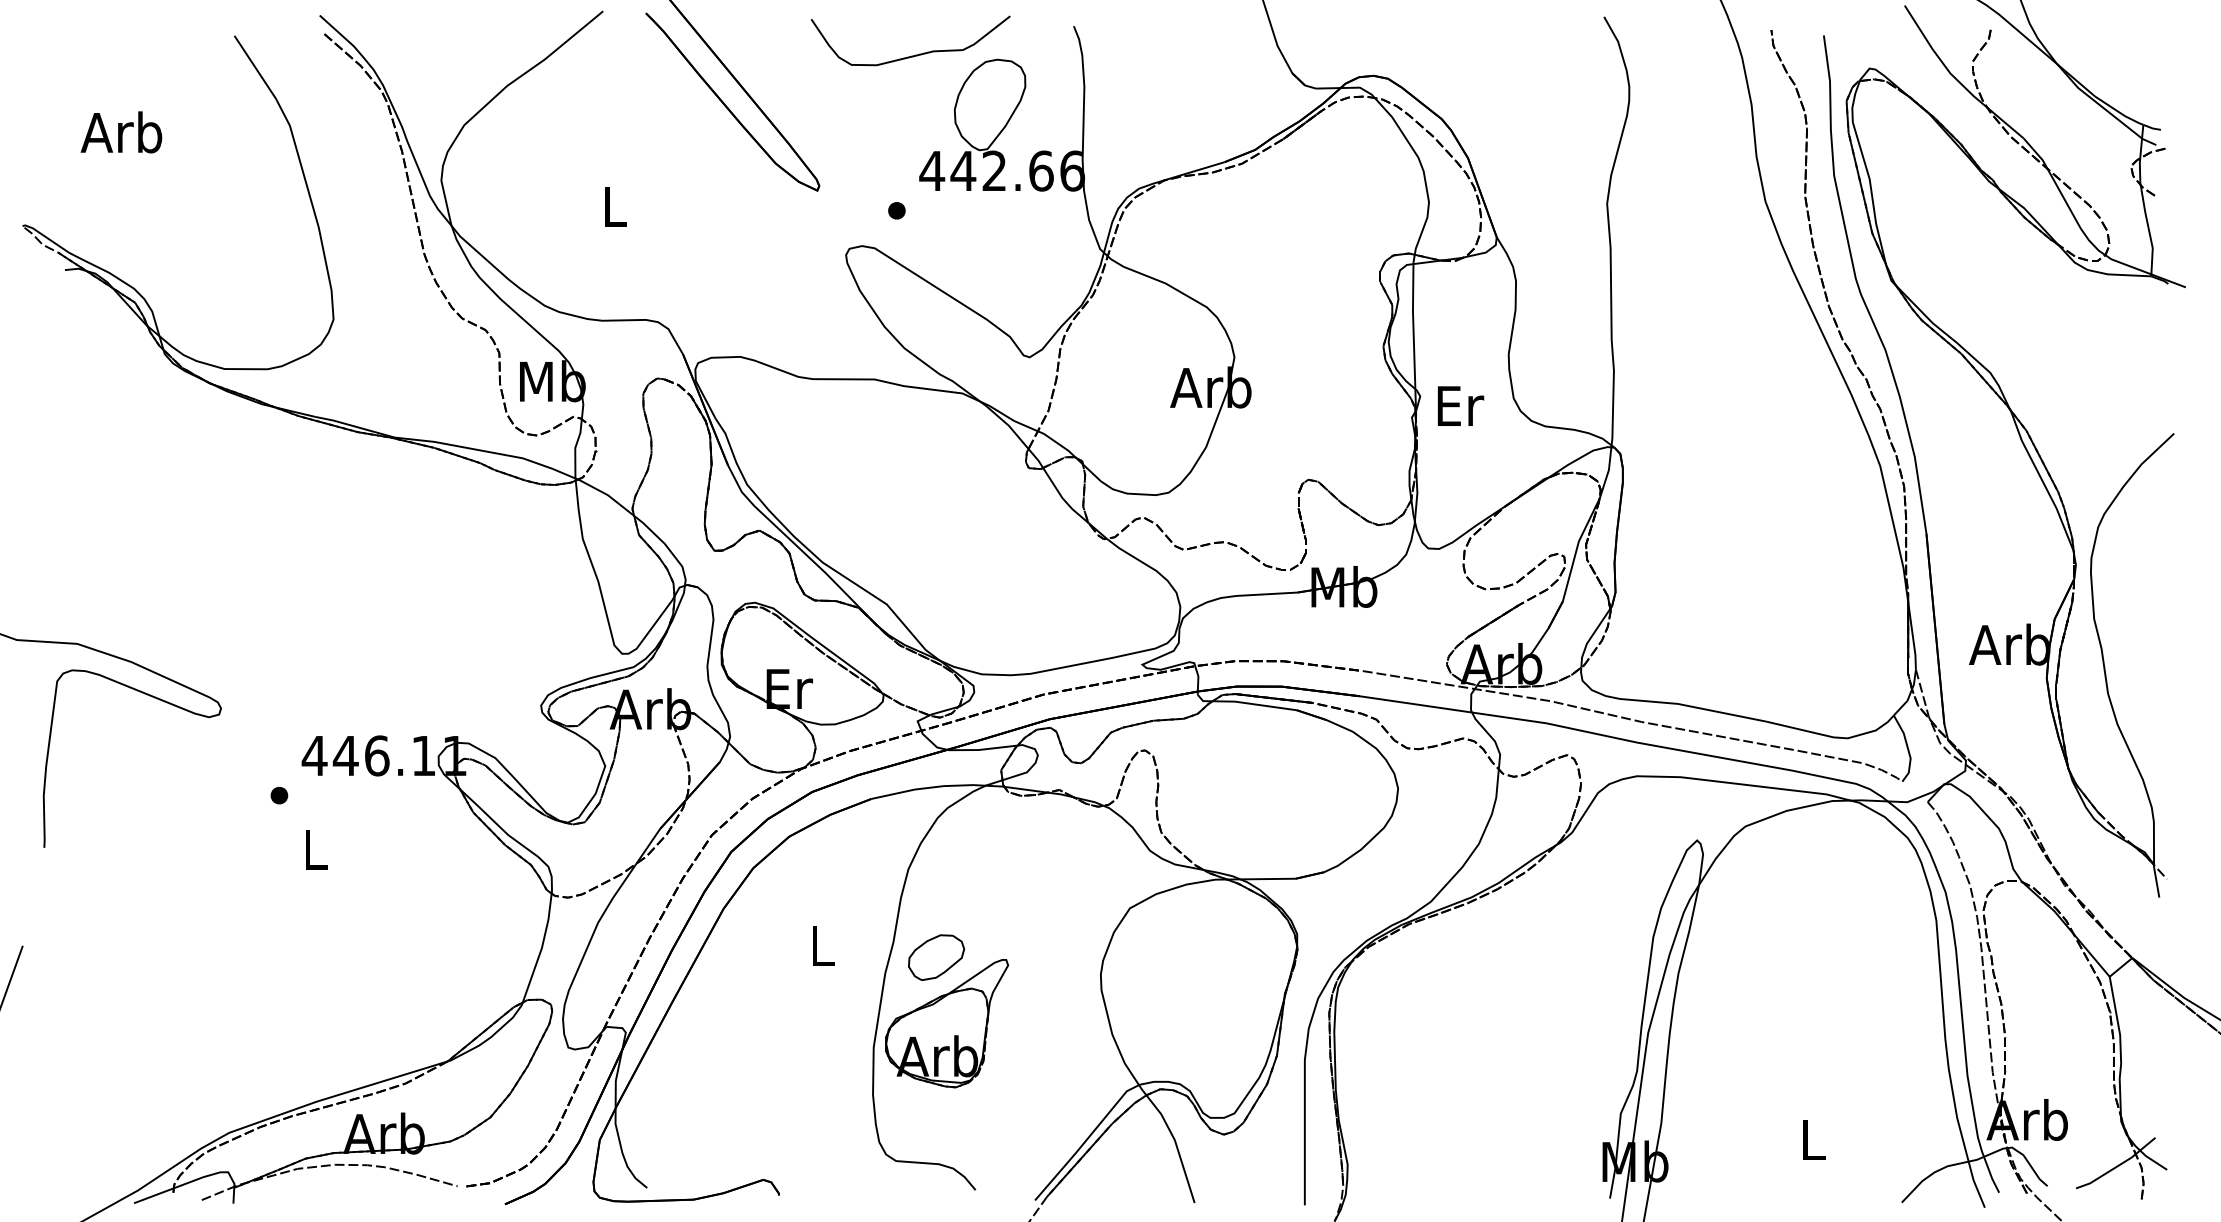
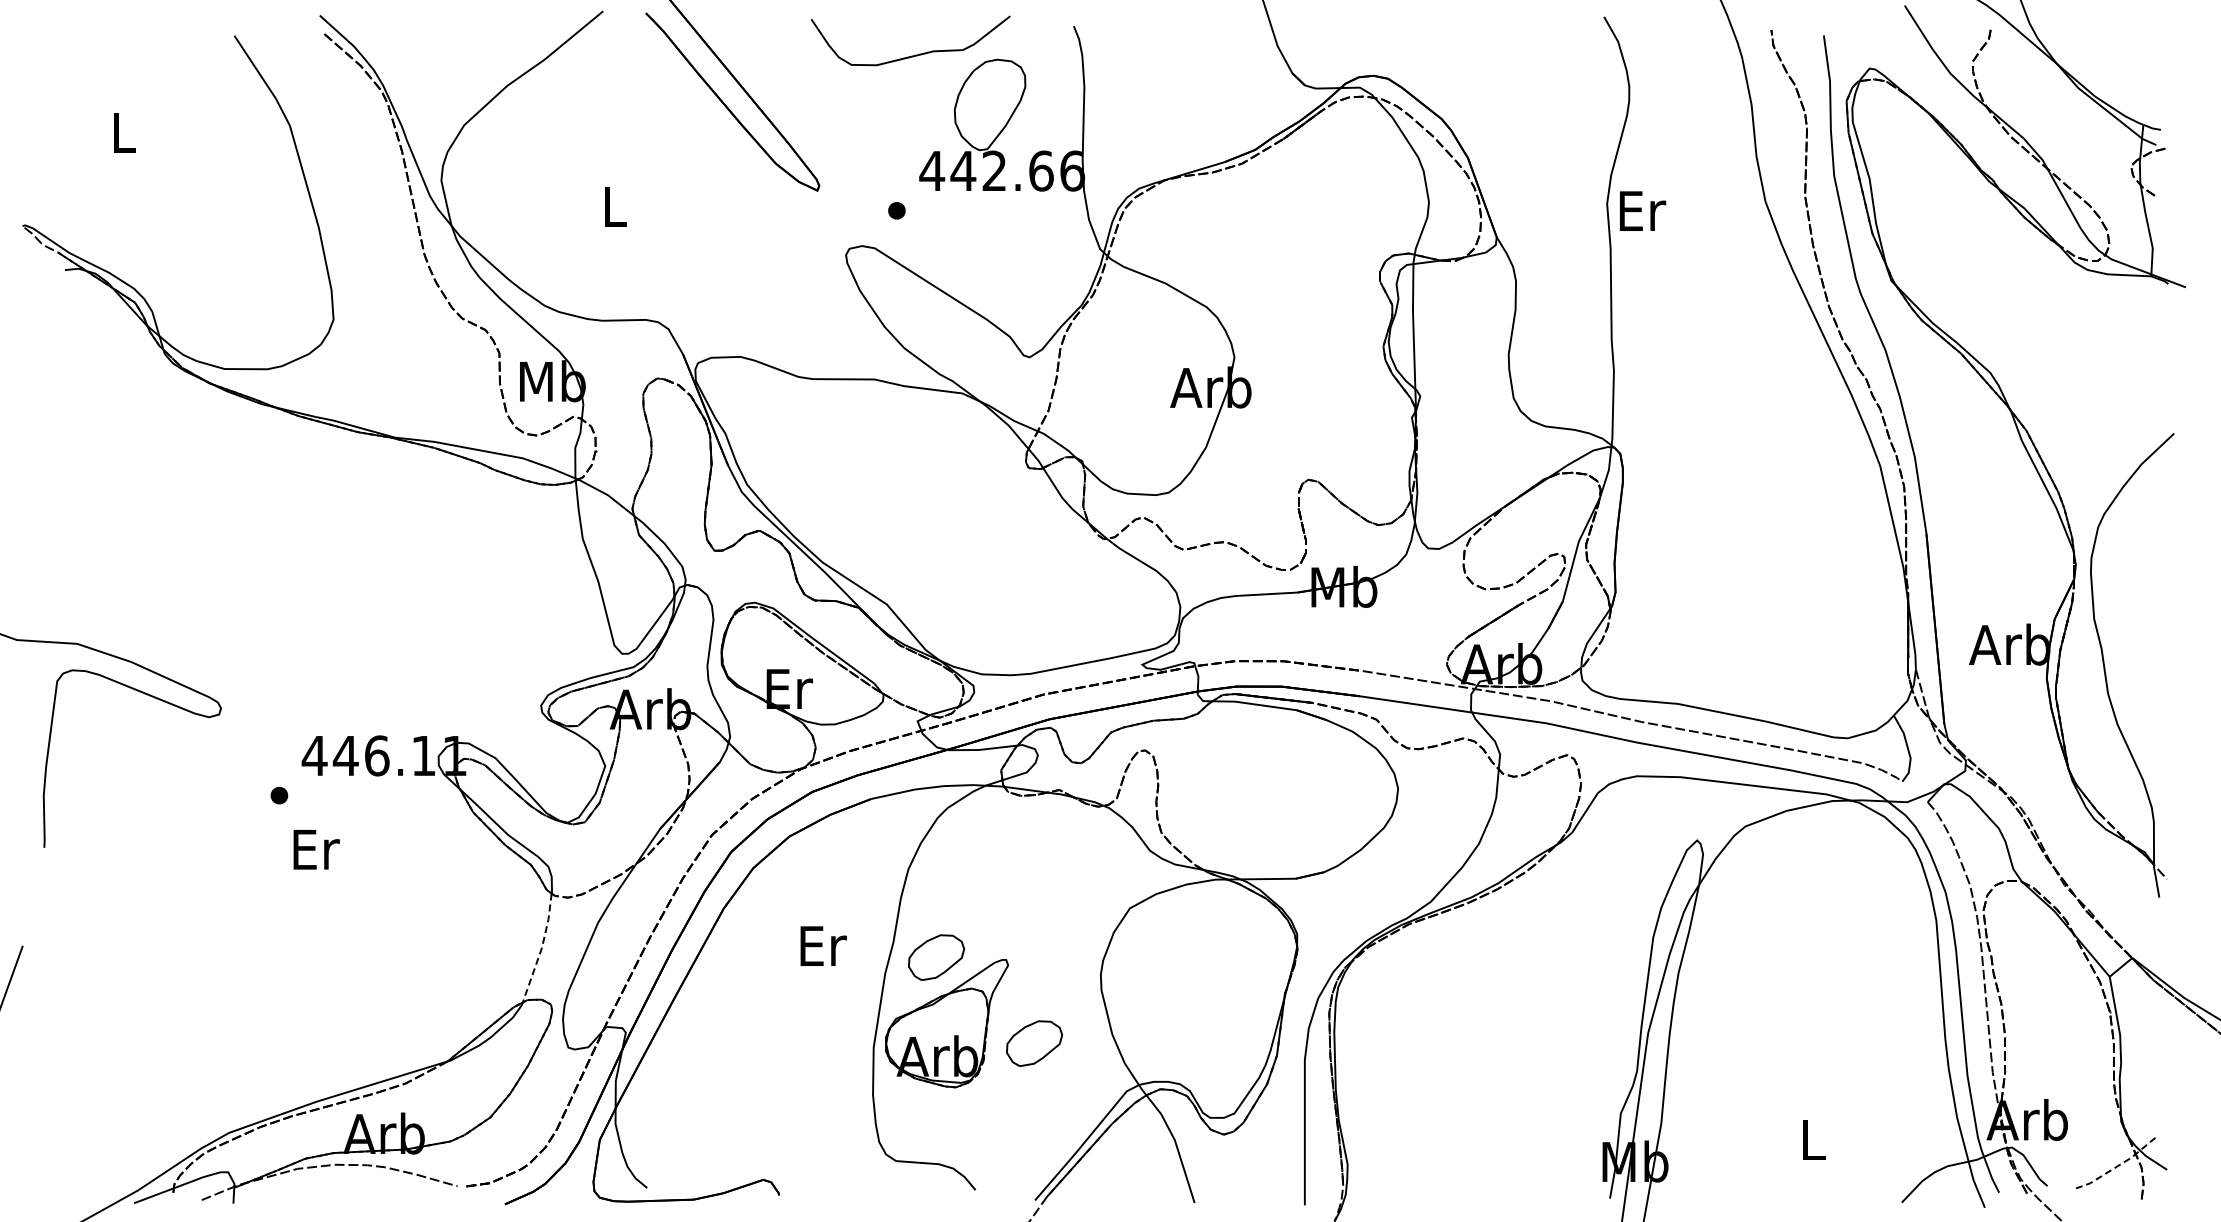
text at (121, 132): Arb -> L
text at (1461, 405) position: (1461, 405) -> (1643, 210)
text at (316, 849): L -> Er
text at (823, 945): L -> Er
line at (541, 948): solid -> dashed
part at (1034, 1043): none -> present
line at (2117, 1166): solid -> dashed
